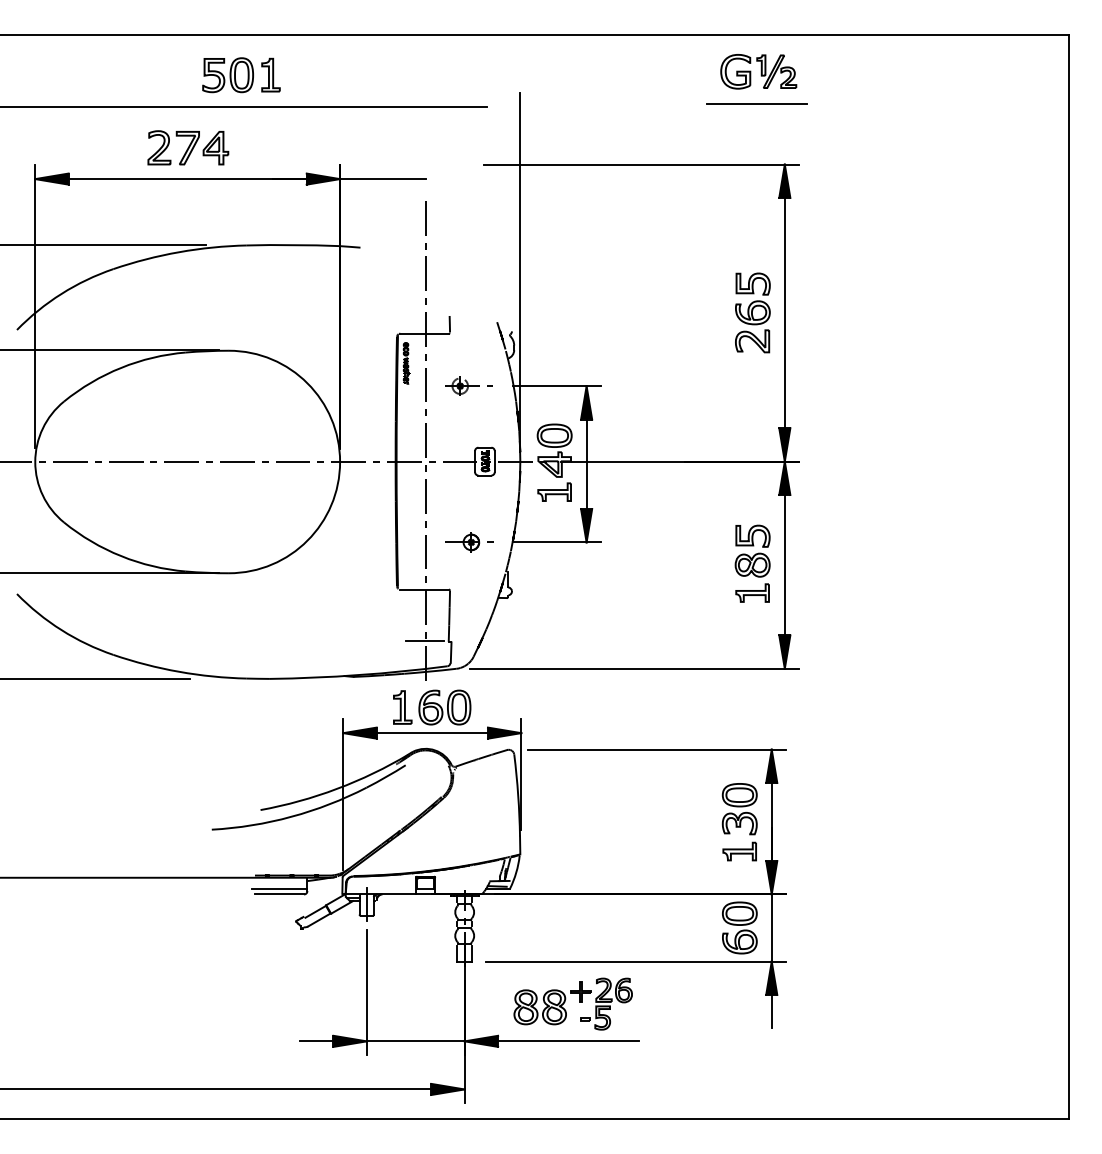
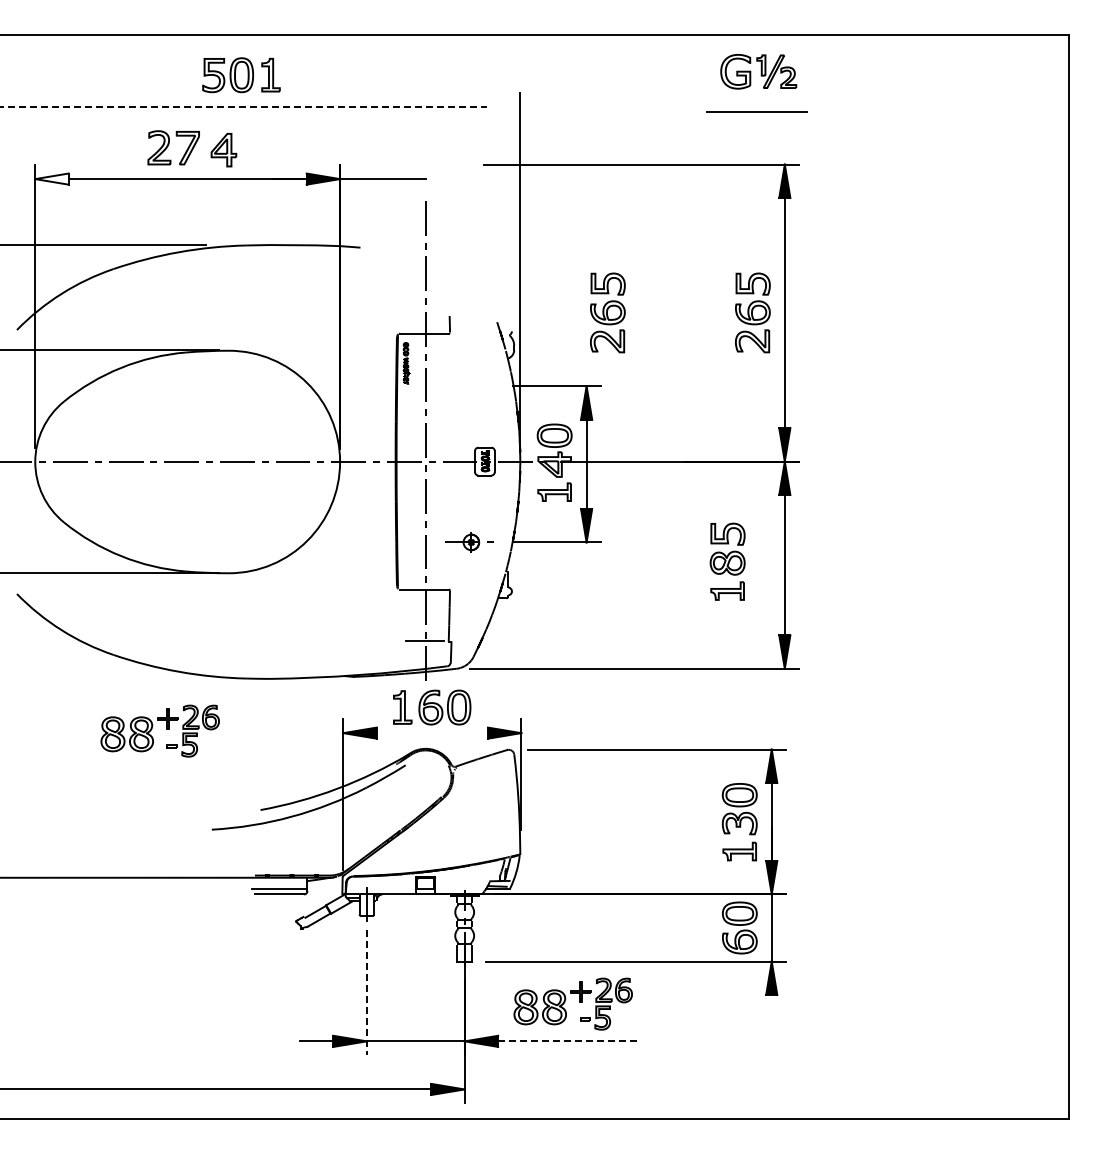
line at (756, 103) position: (756, 103) -> (756, 111)
line at (244, 107): solid -> dashed
part at (215, 148) position: (215, 148) -> (223, 150)
fill at (51, 178): present -> none
part at (607, 312): none -> present
part at (468, 385): present -> none
part at (752, 563) position: (752, 563) -> (727, 561)
line at (96, 678): present -> none
part at (152, 729): none -> present
line at (431, 733): present -> none
line at (366, 992): solid -> dashed
line at (771, 1011): present -> none
line at (569, 1041): solid -> dashed
